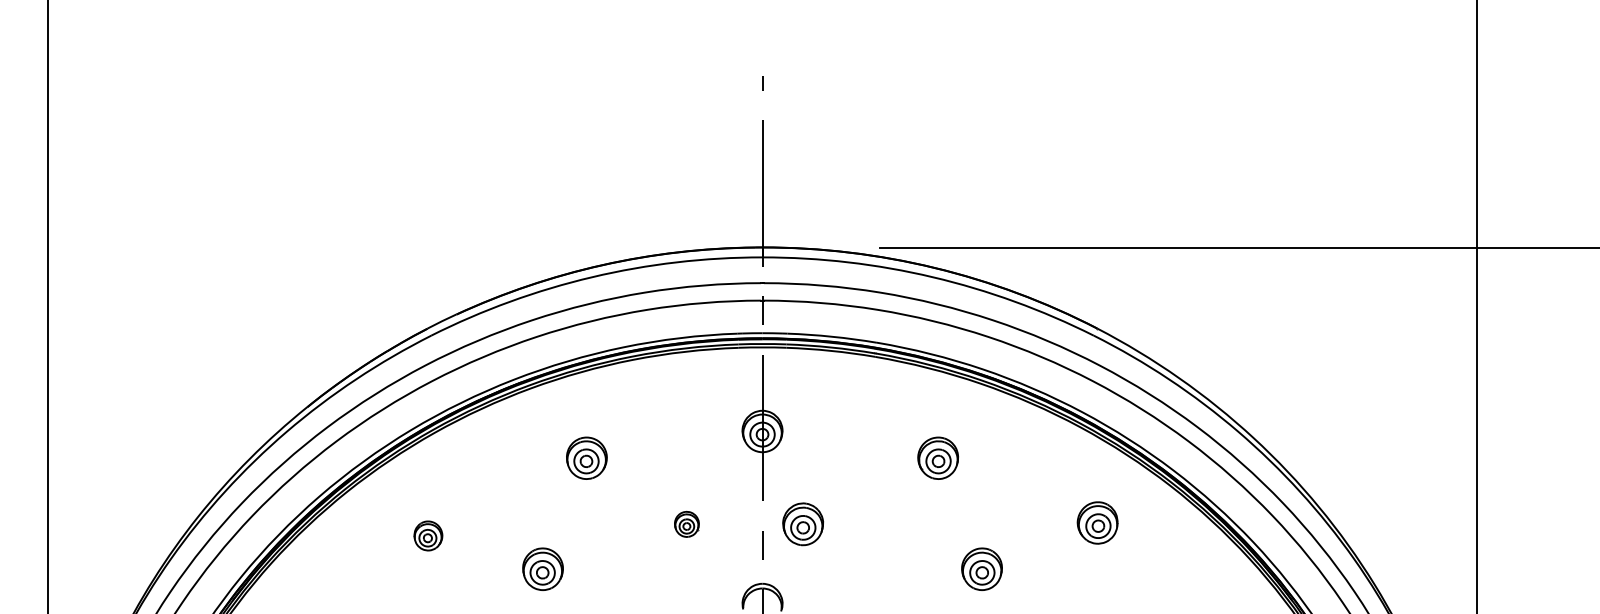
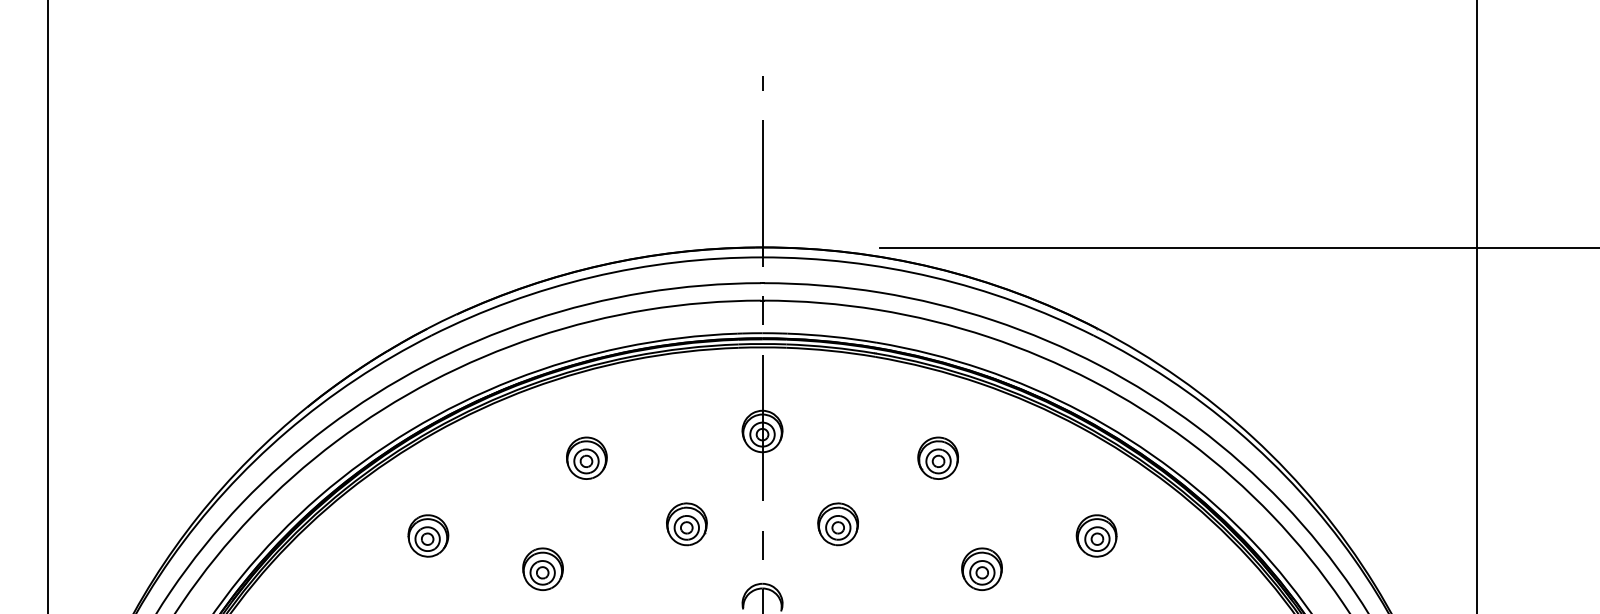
part at (1097, 522) position: (1097, 522) -> (1096, 535)
part at (686, 523) size: 26x28 px -> 42x45 px
part at (802, 524) position: (802, 524) -> (837, 524)
part at (428, 535) size: 31x32 px -> 43x44 px
